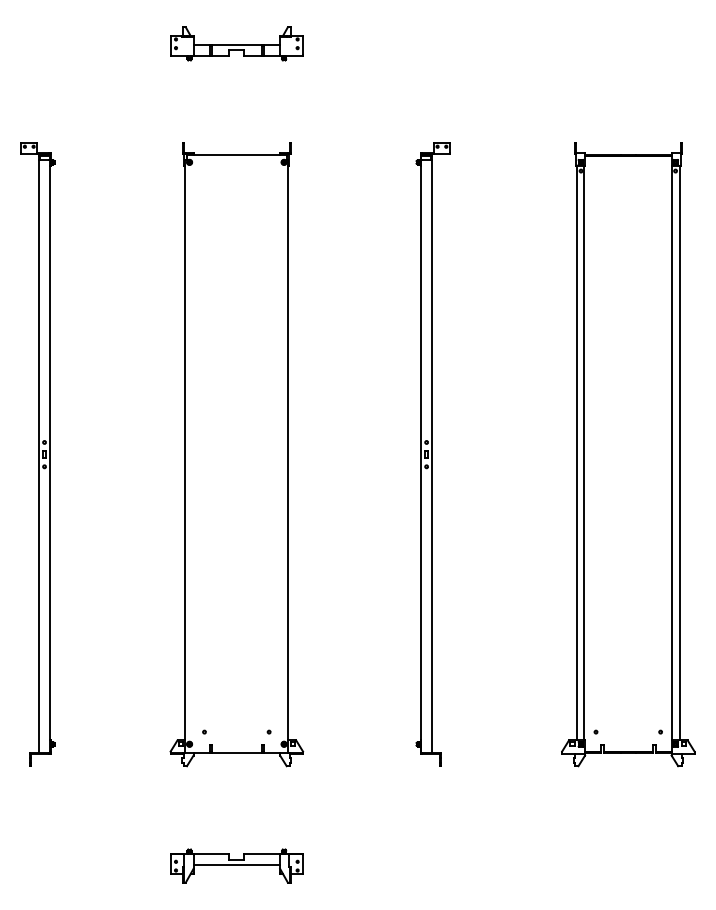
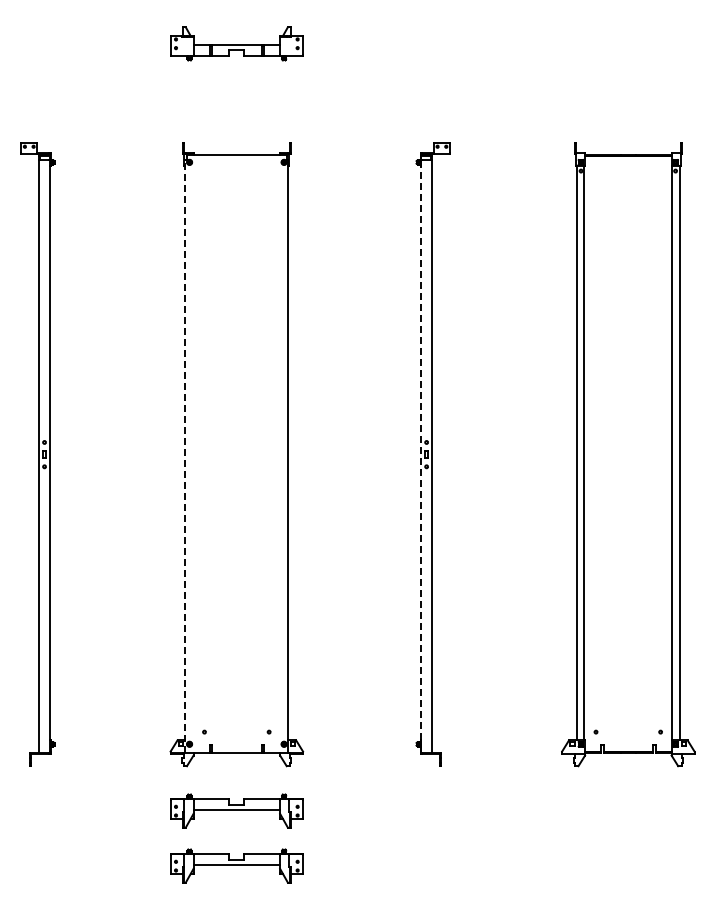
line at (421, 453): solid -> dashed
line at (185, 456): solid -> dashed
part at (236, 810): none -> present
